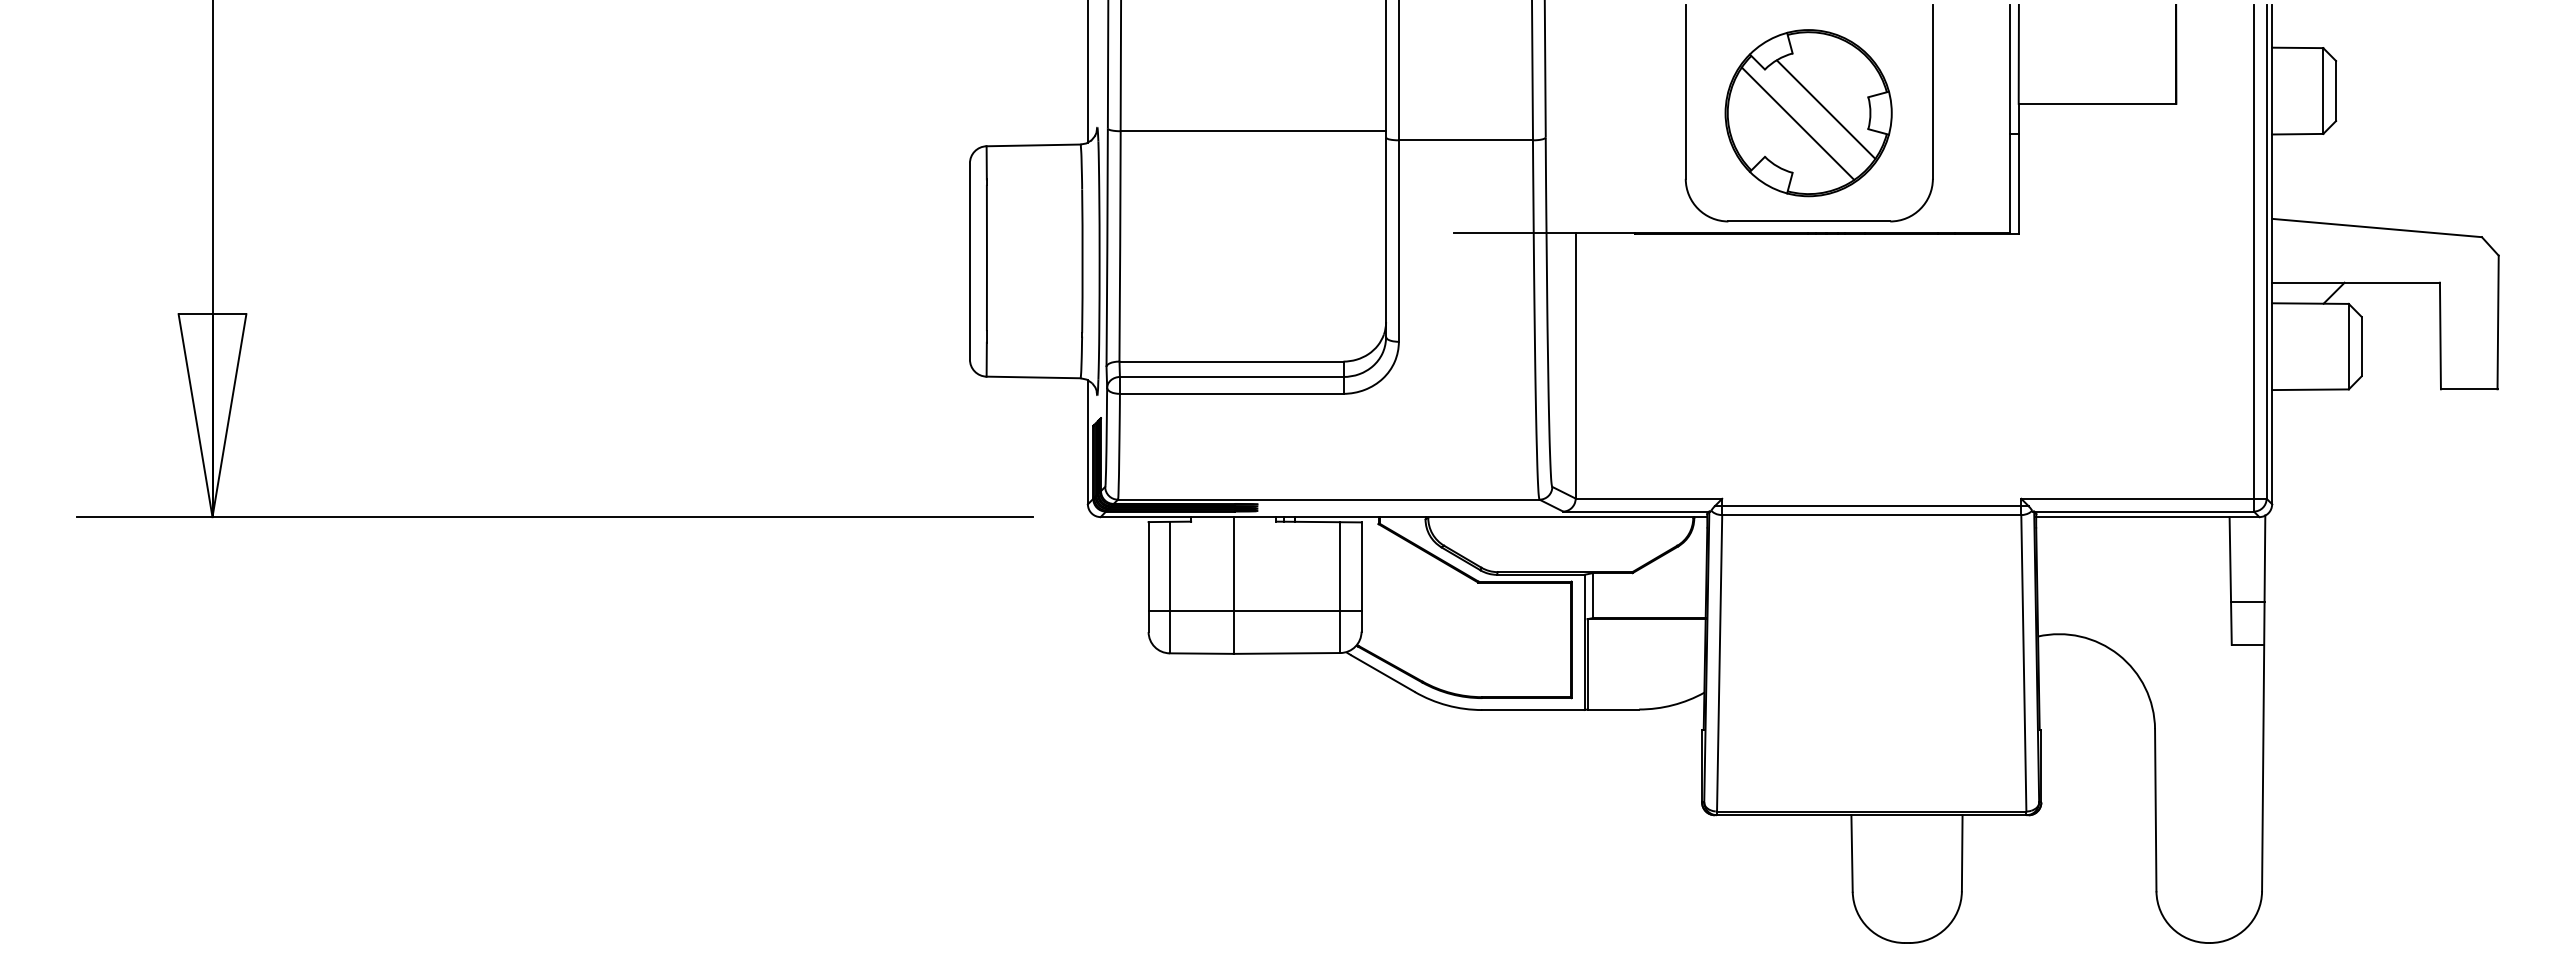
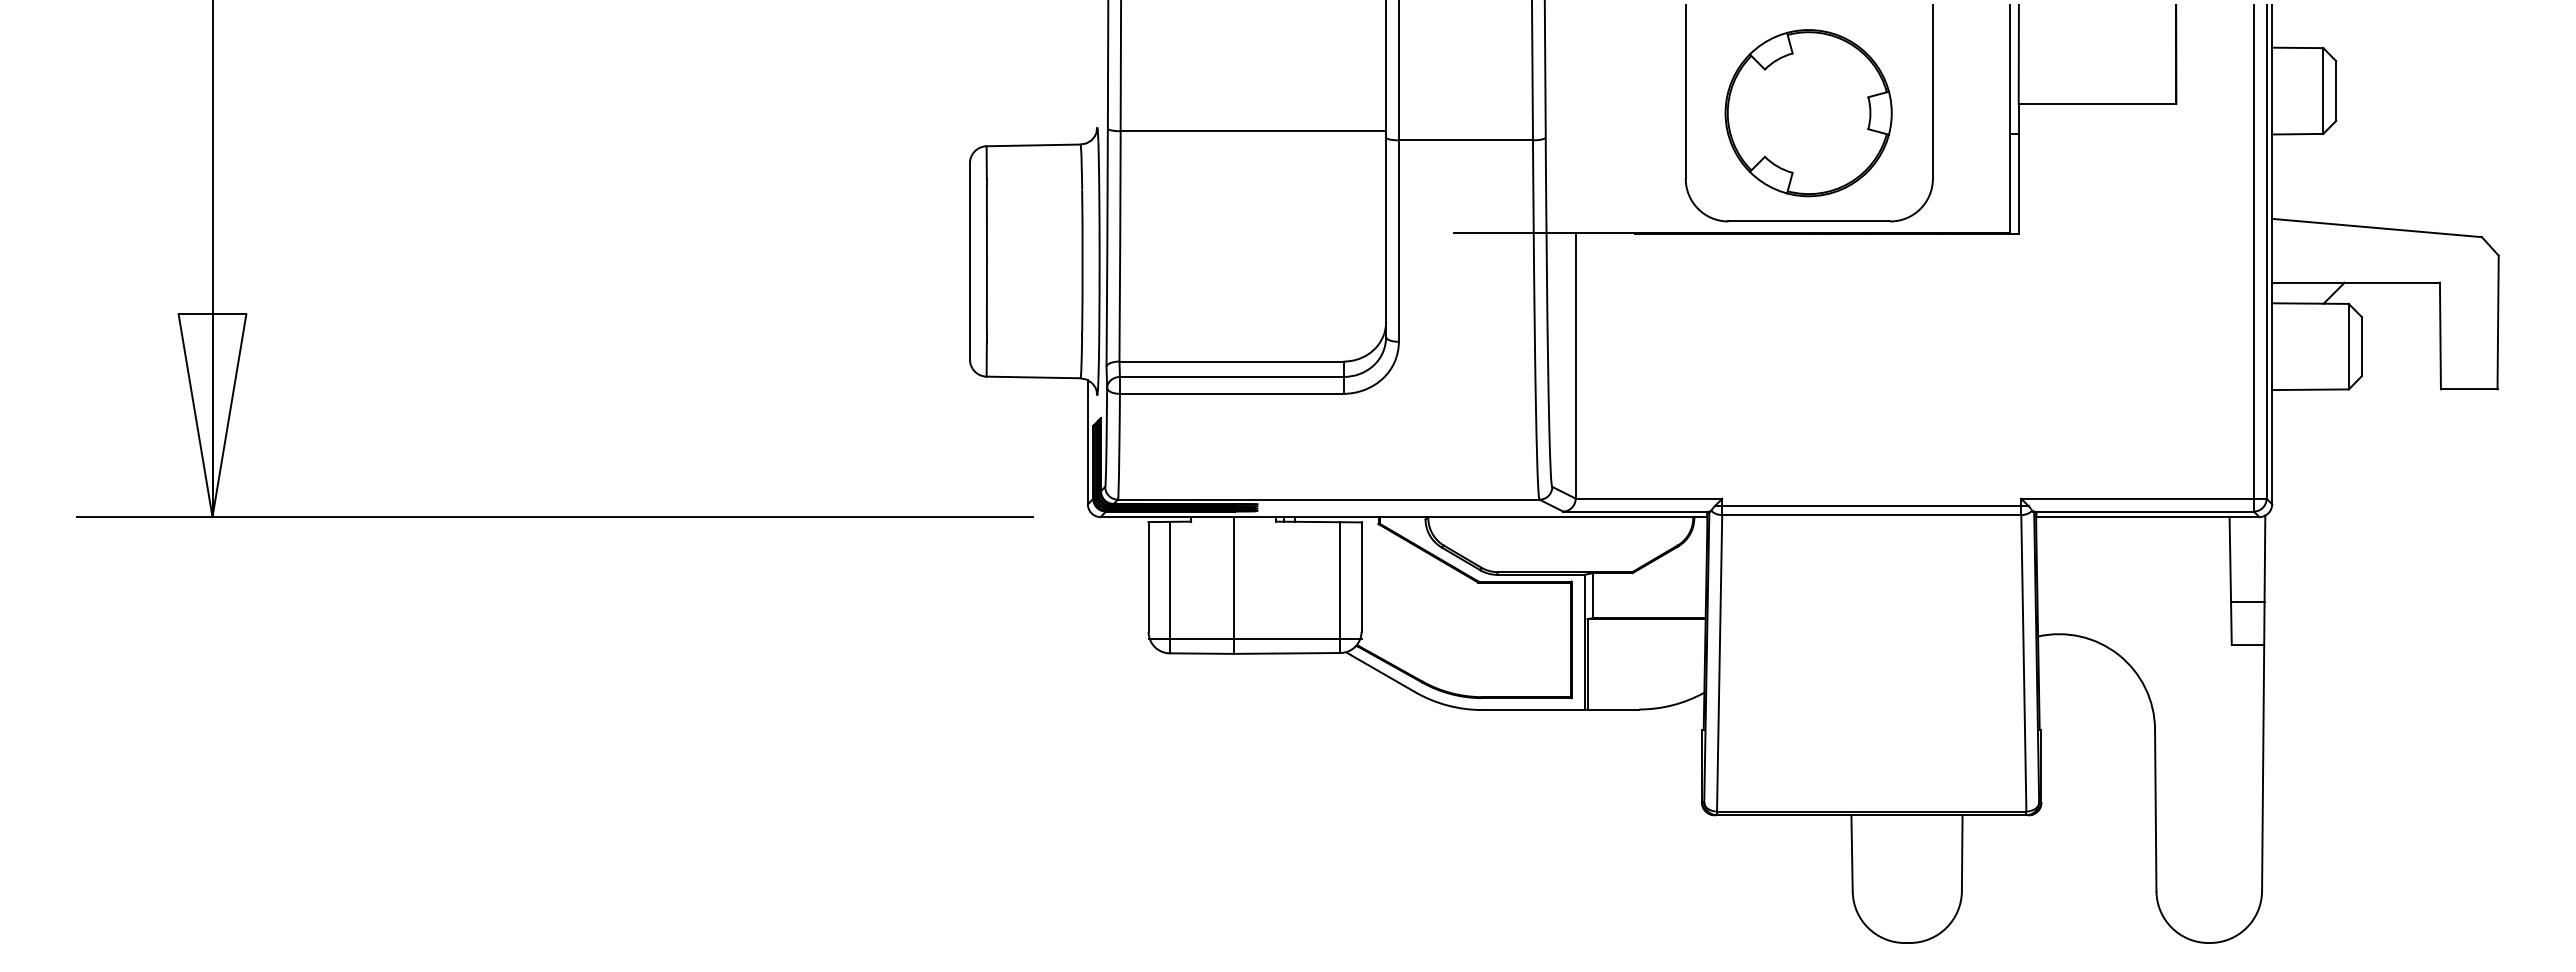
line at (1087, 72): present -> none
line at (1825, 109): present -> none
line at (1797, 123): present -> none
line at (1254, 611) position: (1254, 611) -> (1254, 639)
